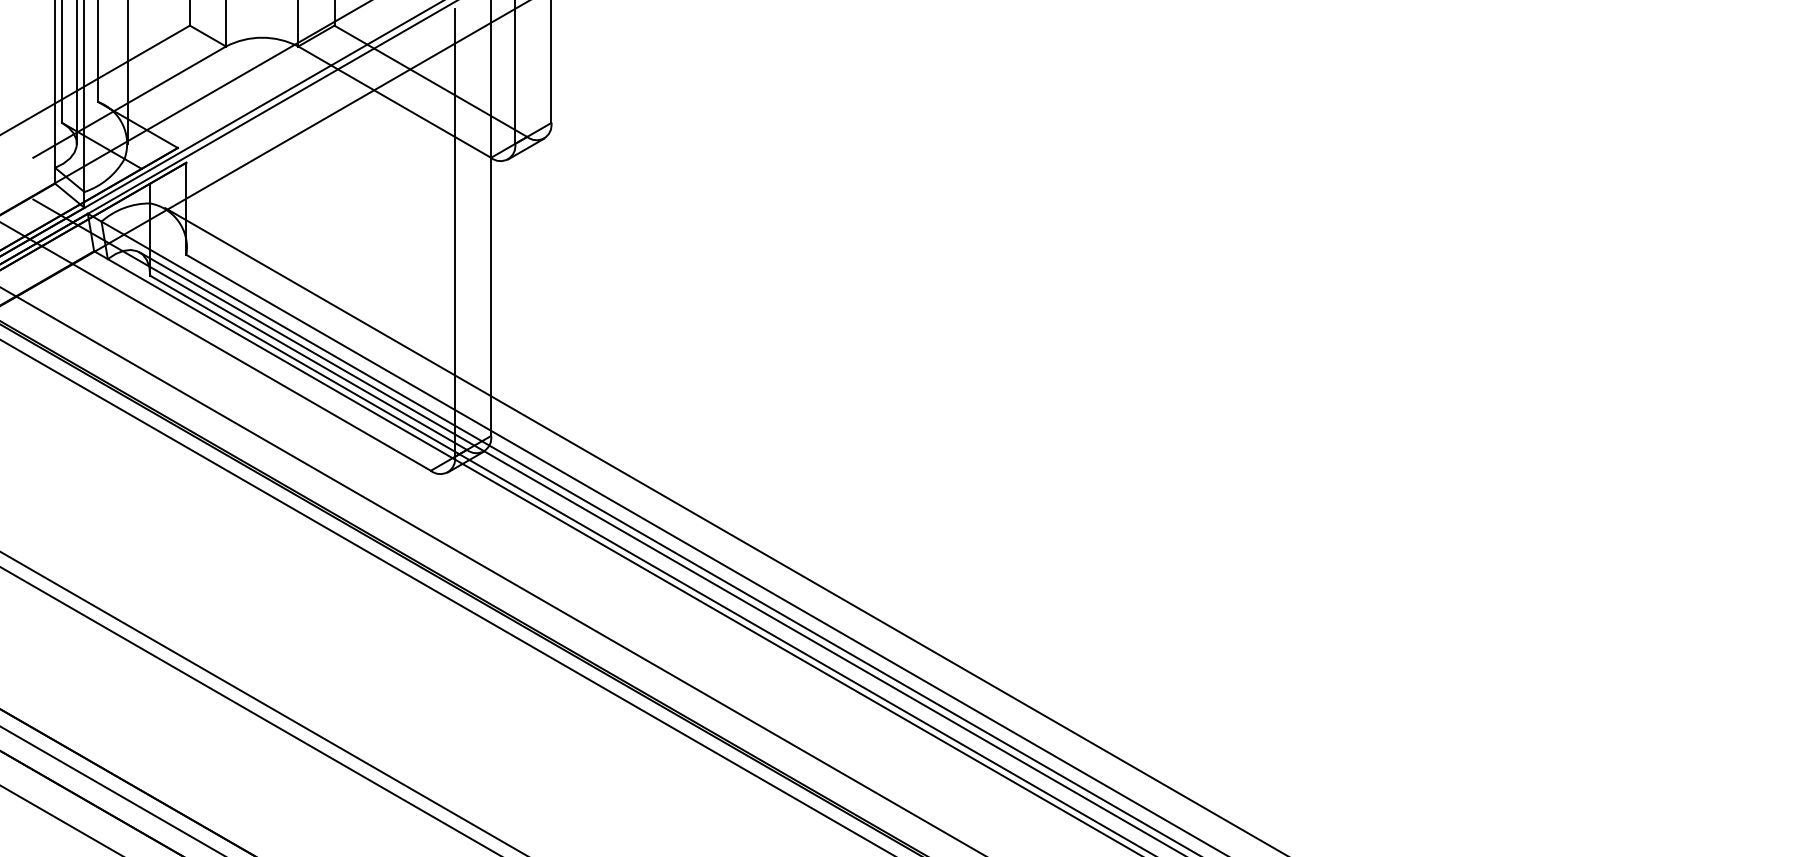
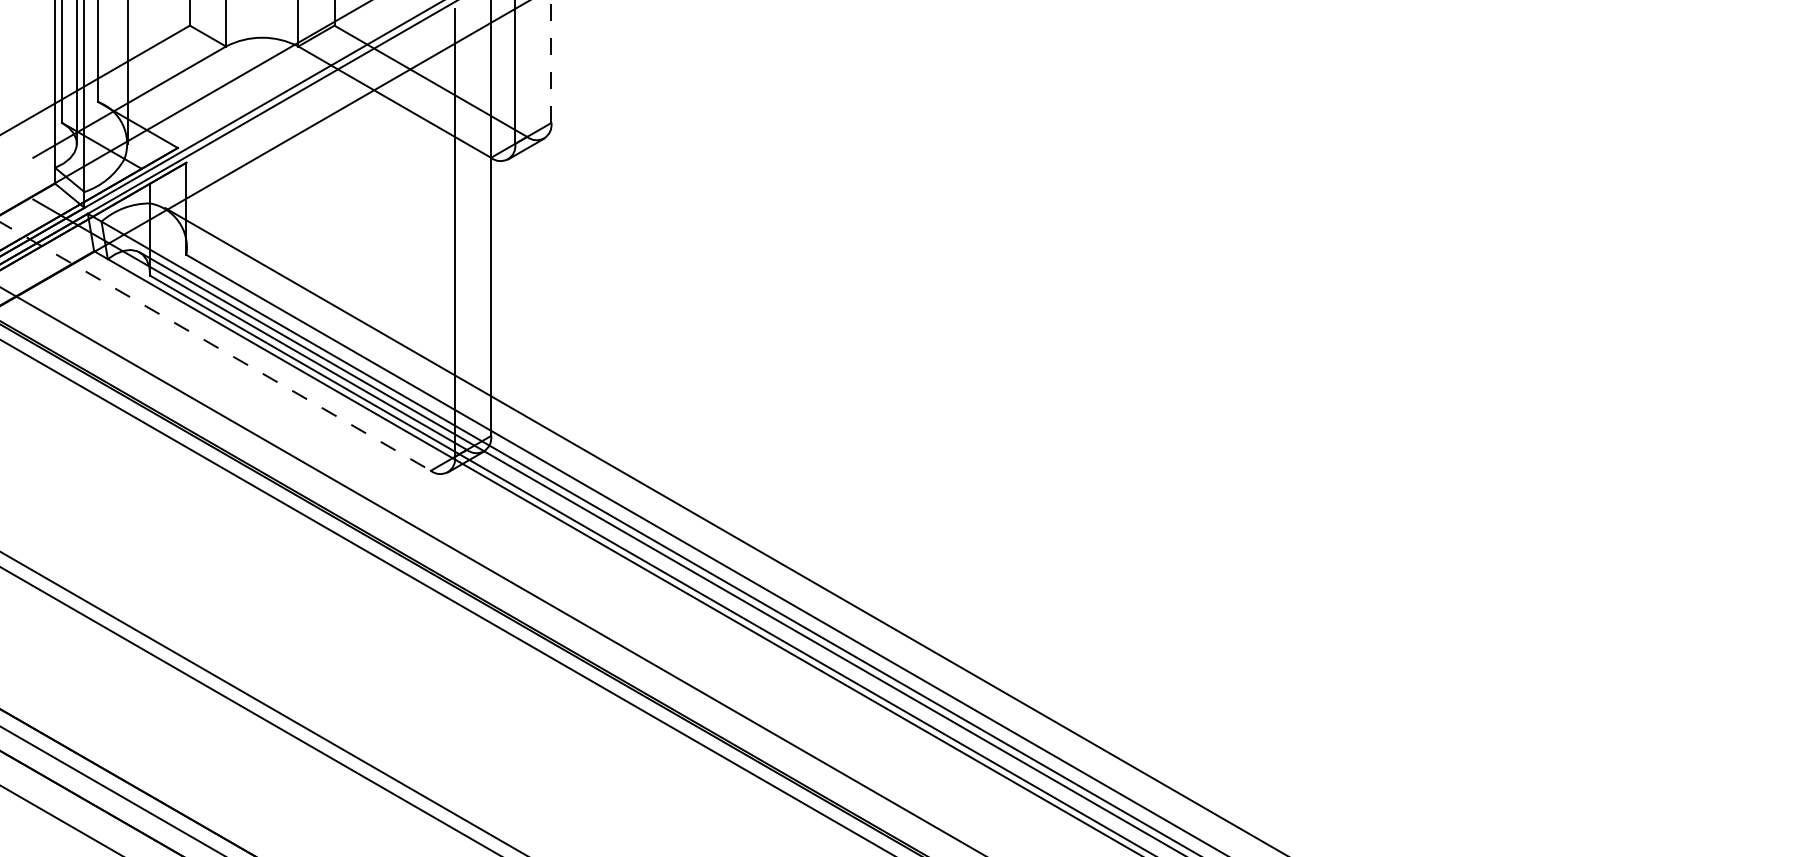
line at (551, 61): solid -> dashed
line at (216, 346): solid -> dashed
